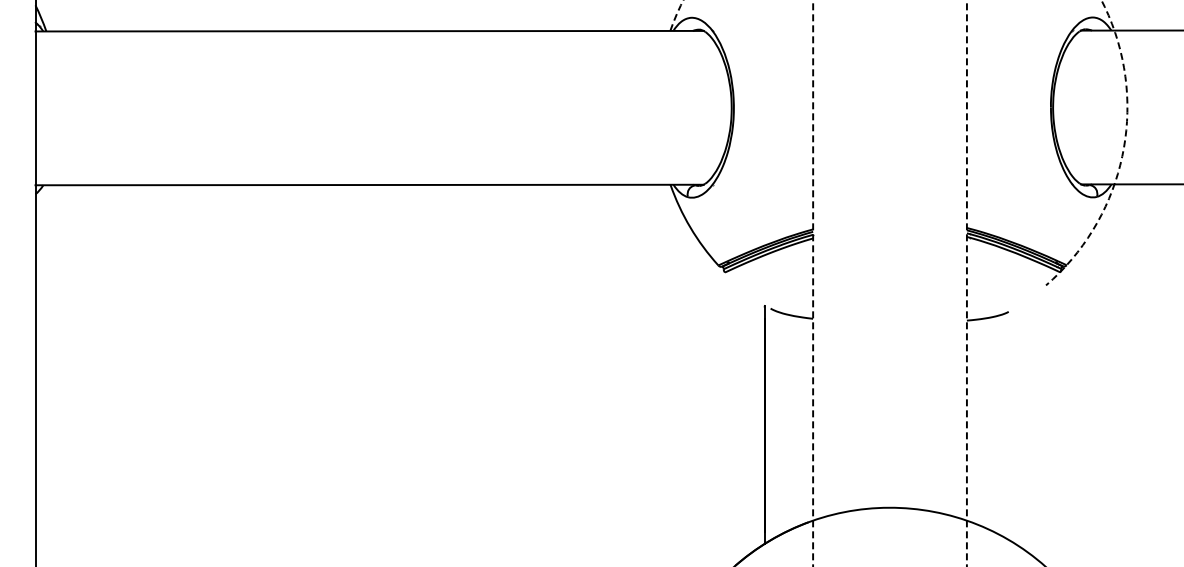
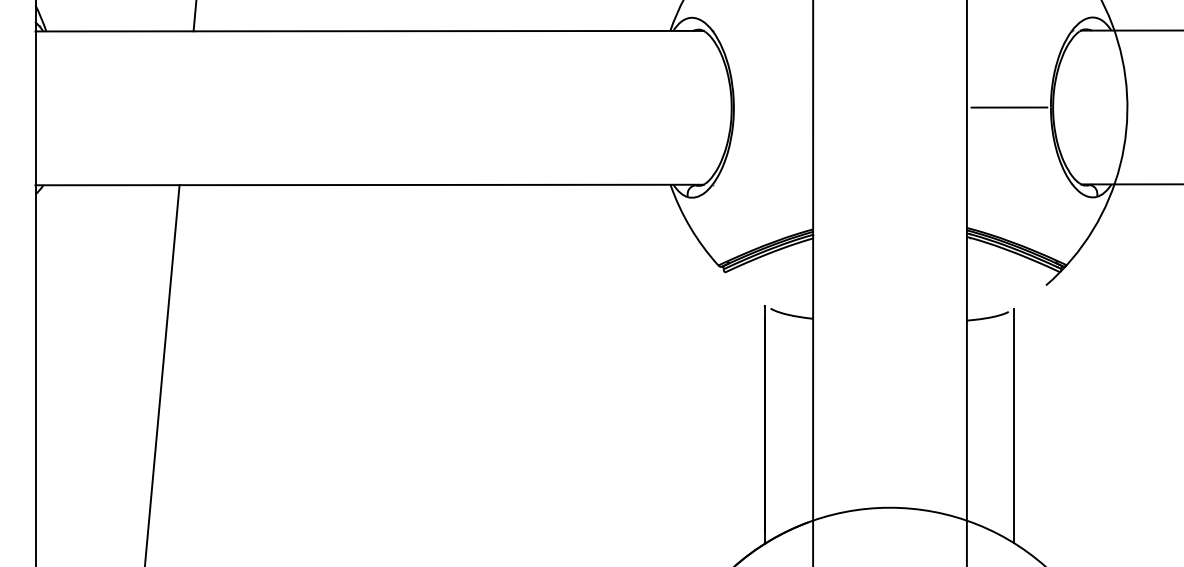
line at (194, 16): none -> present
line at (1009, 107): none -> present
arc at (1125, 135): dashed -> solid
line at (813, 283): dashed -> solid
line at (966, 283): dashed -> solid
line at (162, 374): none -> present
line at (1014, 425): none -> present
